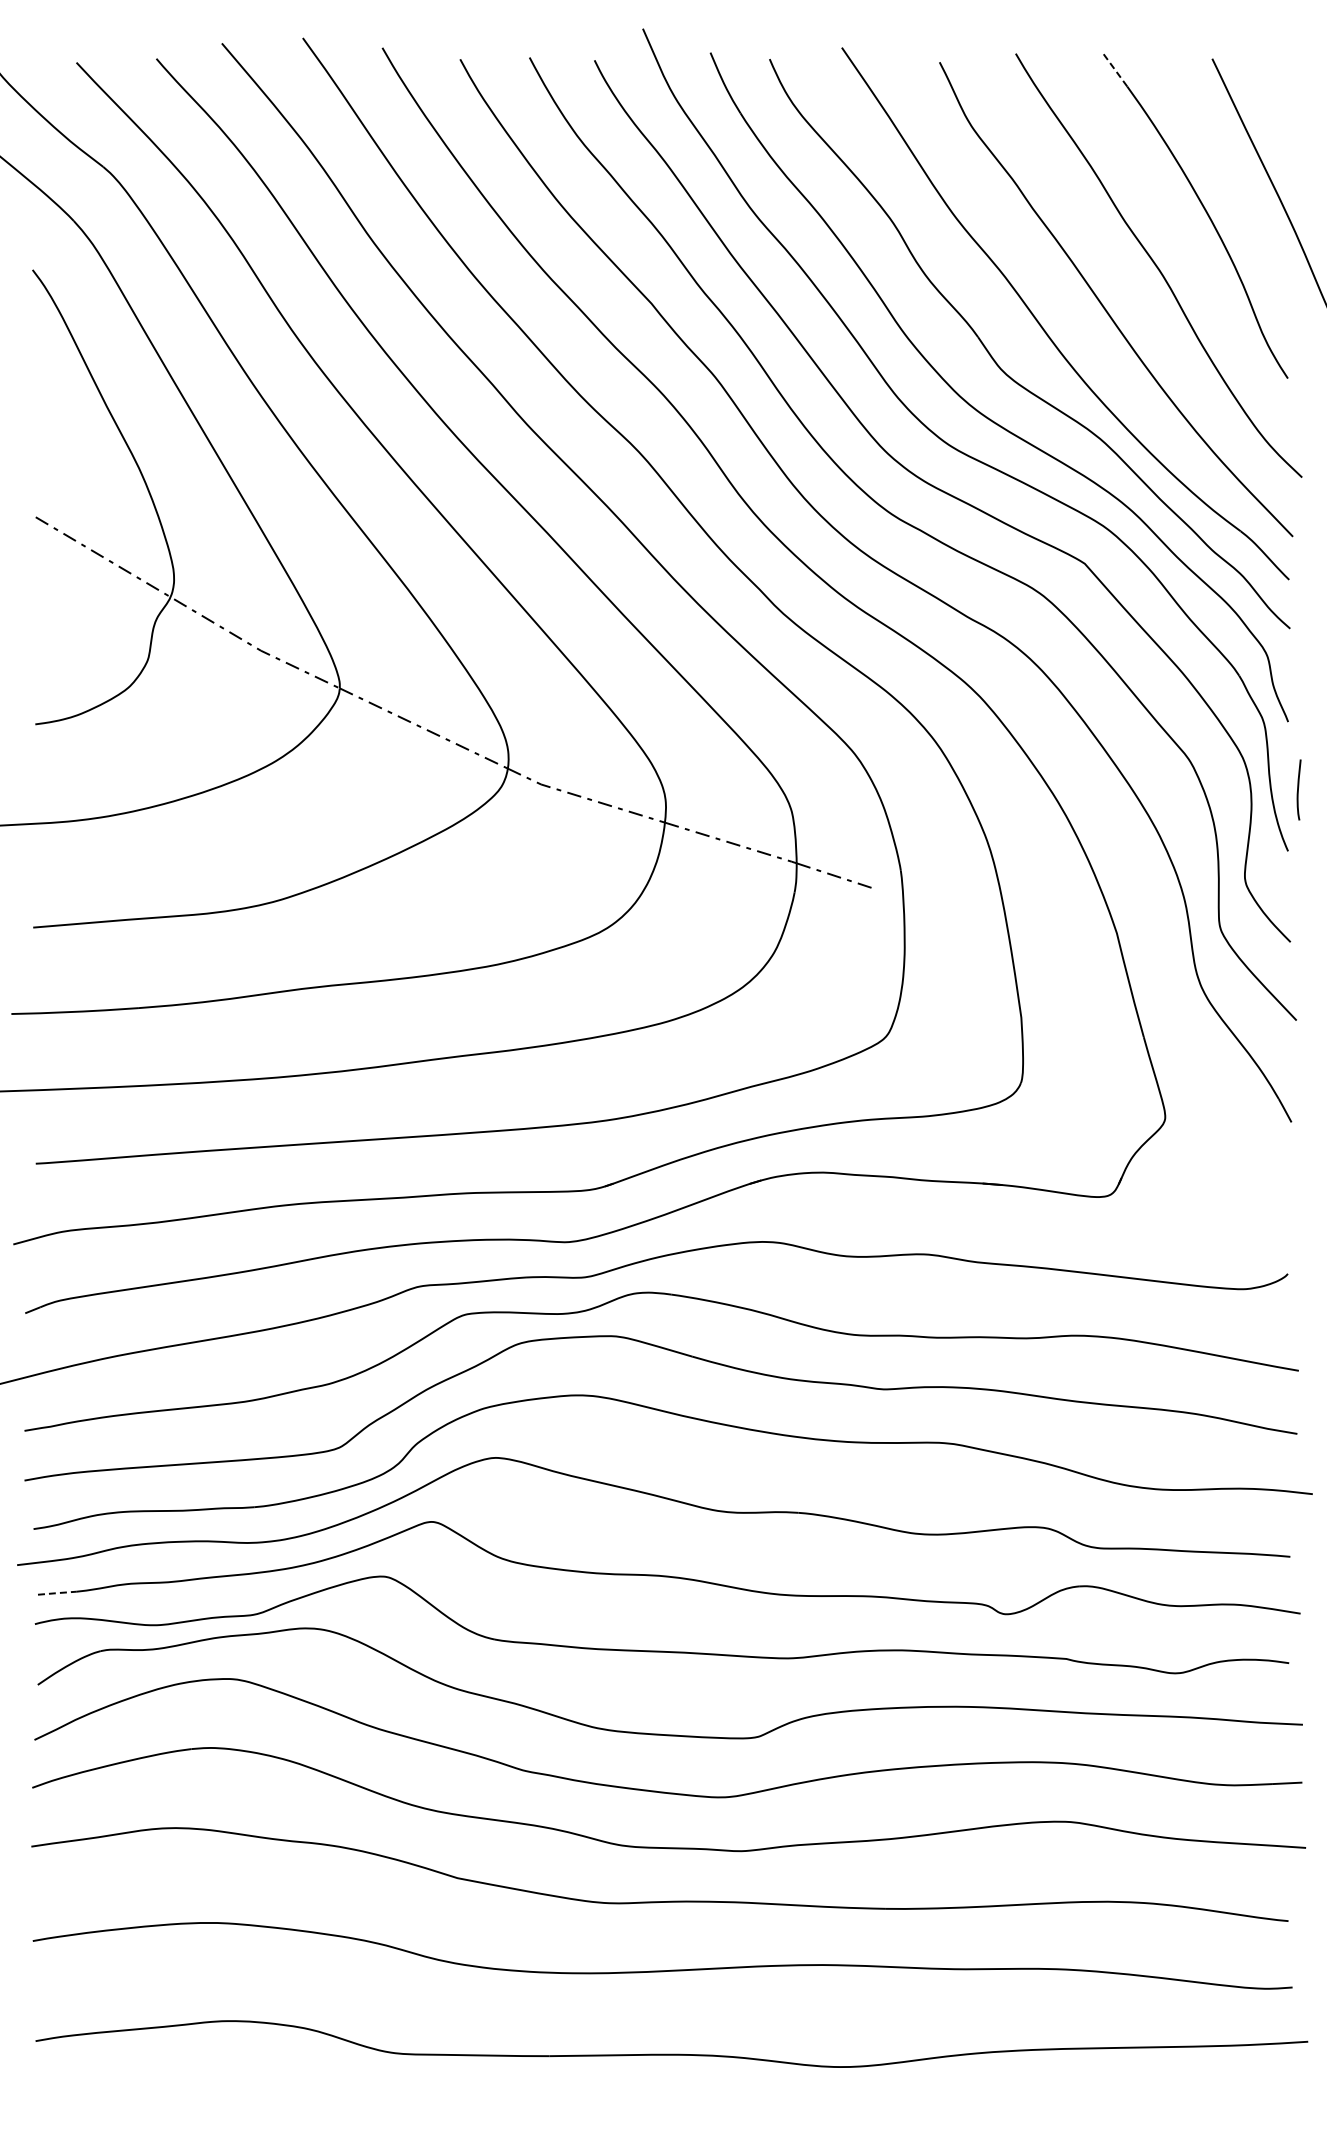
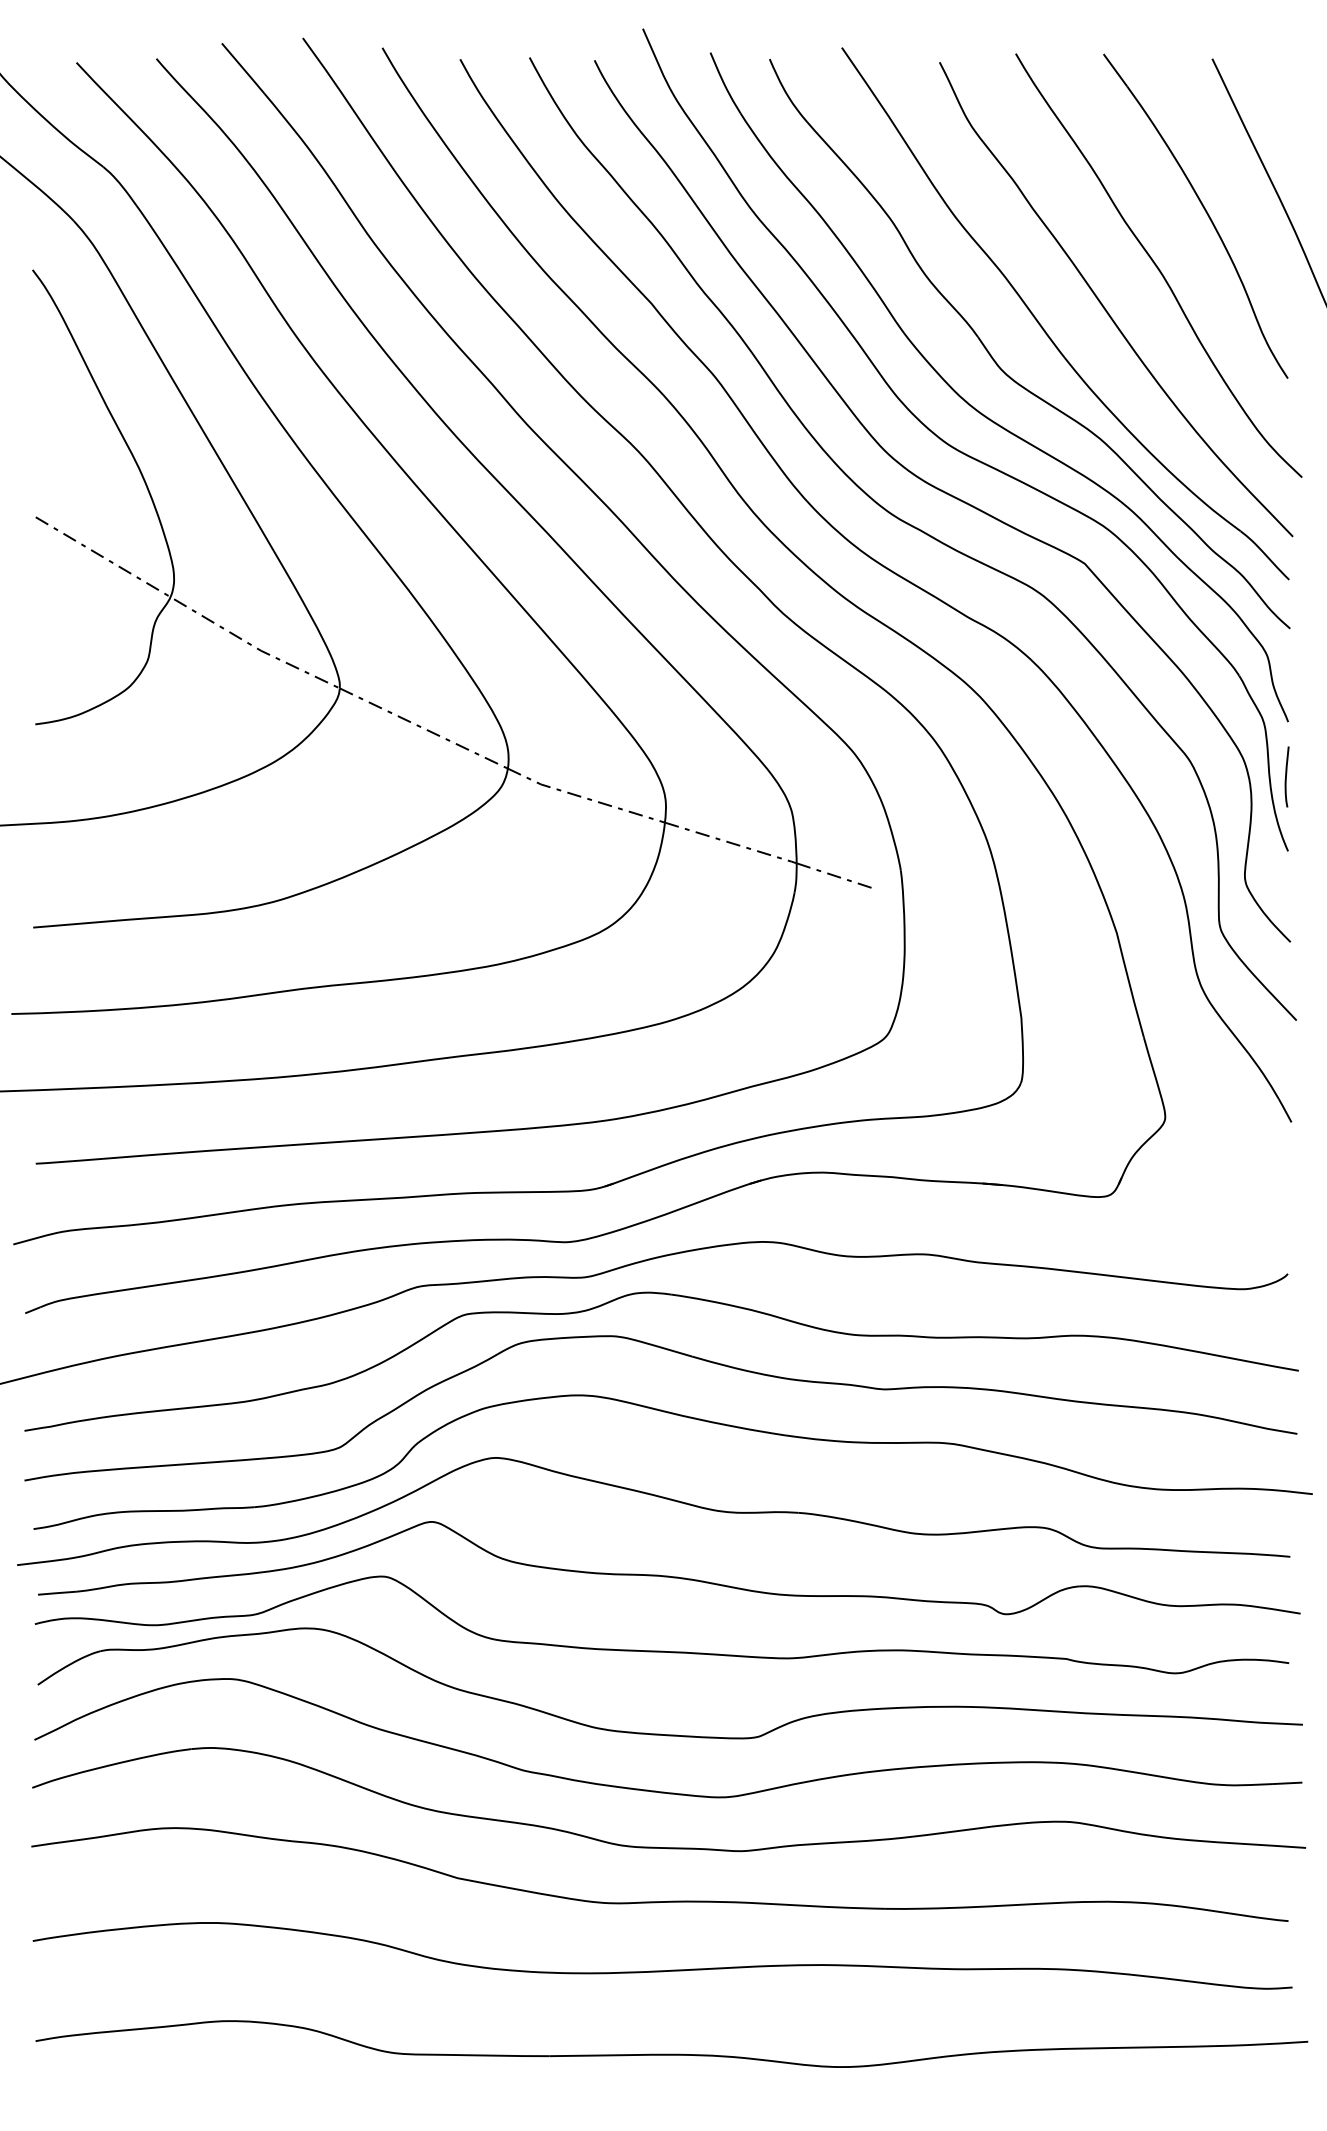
line at (1115, 69): dashed -> solid
curve at (1298, 789) position: (1298, 789) -> (1286, 776)
line at (57, 1593): dashed -> solid
